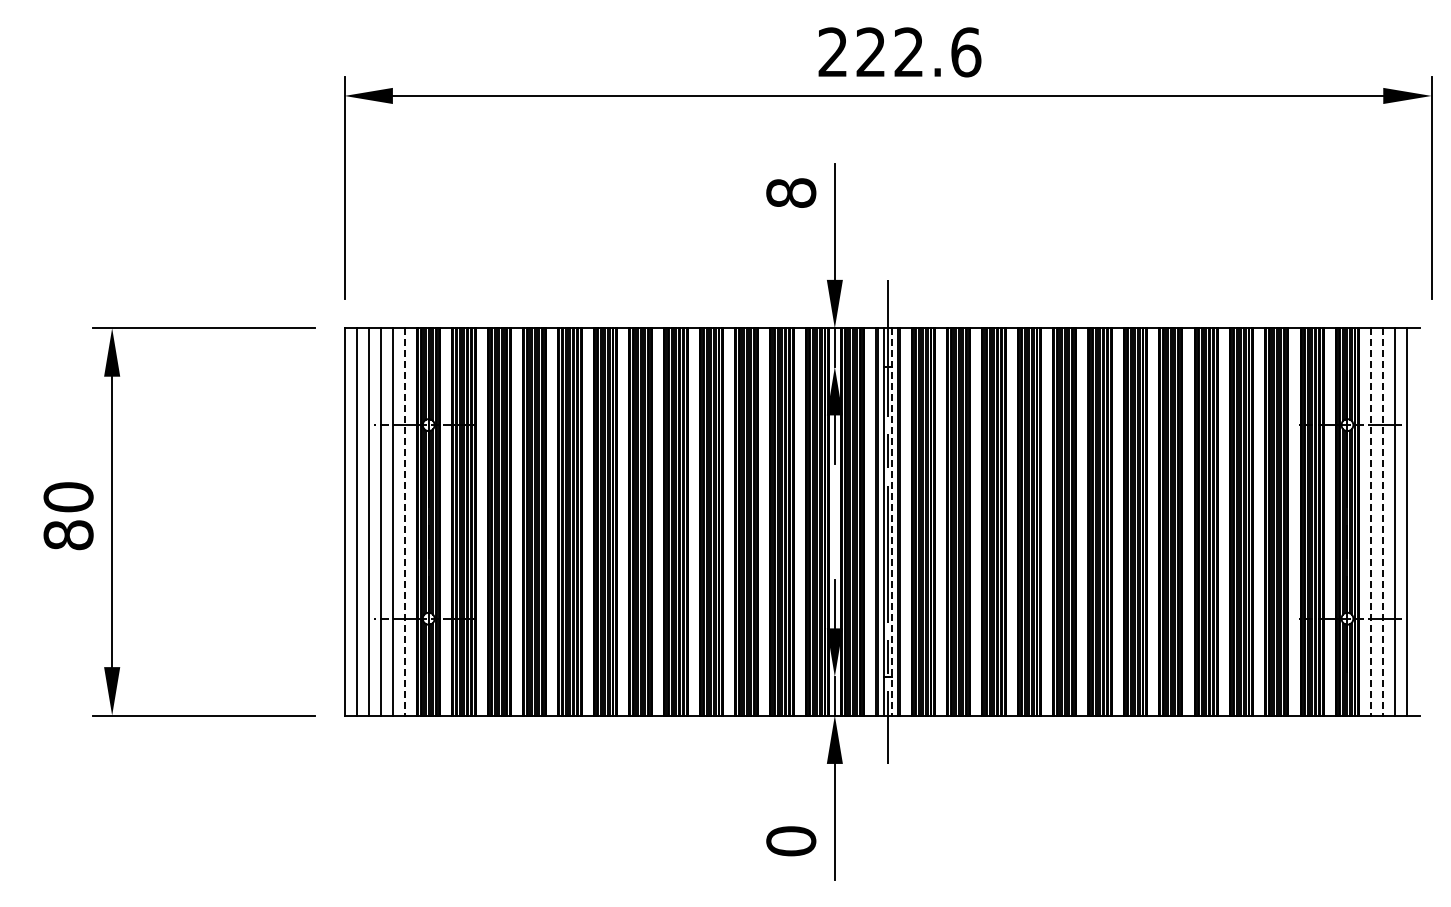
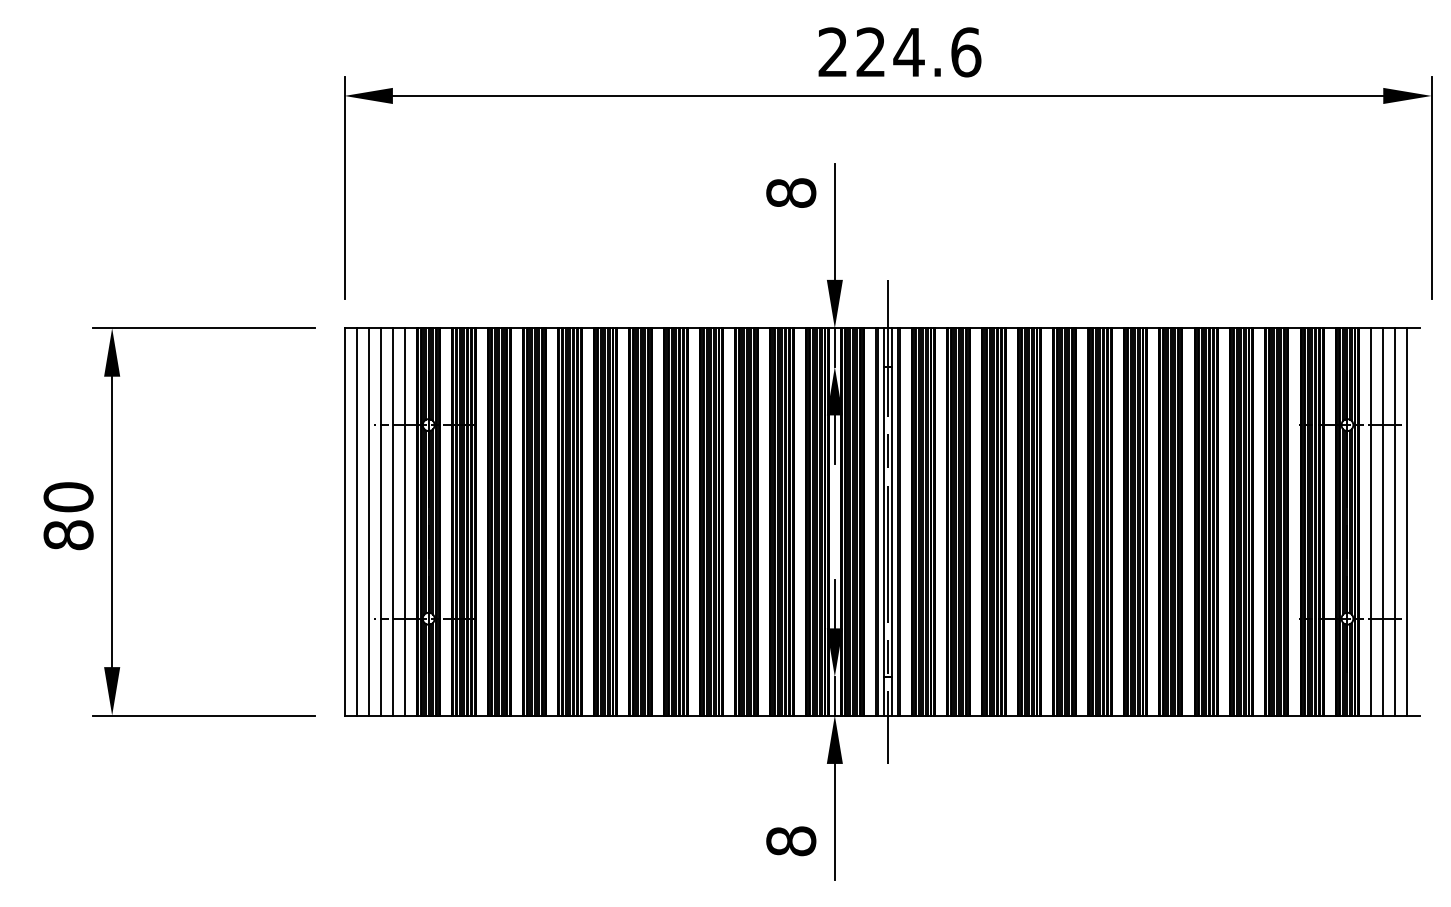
text at (908, 51): 222.6 -> 224.6
line at (405, 521): dashed -> solid
line at (892, 521): dashed -> solid
line at (1371, 521): dashed -> solid
line at (1383, 521): dashed -> solid
text at (791, 841): 0 -> 8
